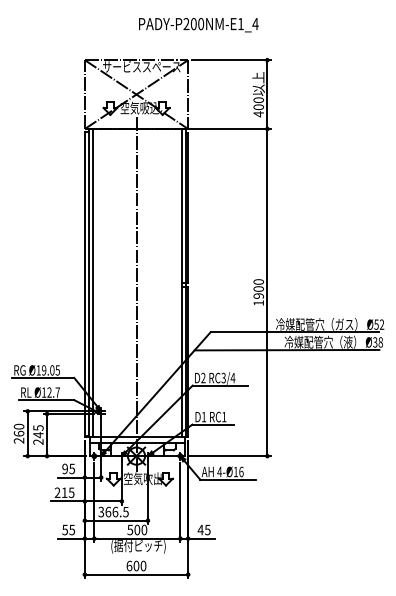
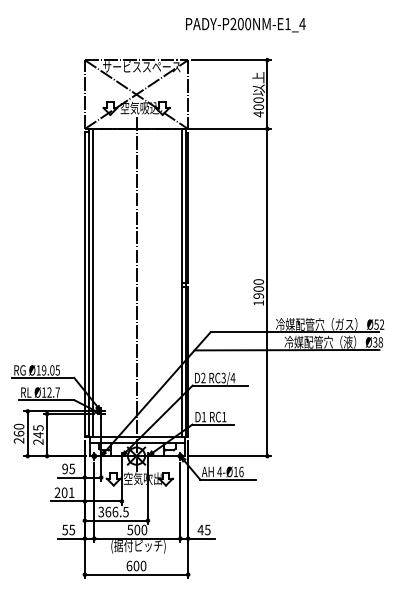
text at (198, 25) position: (198, 25) -> (245, 25)
text at (67, 492): 215 -> 201
